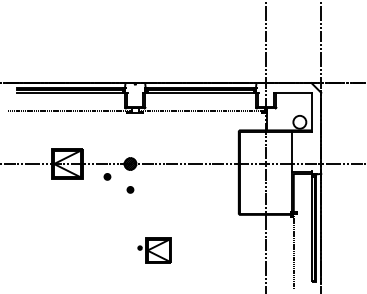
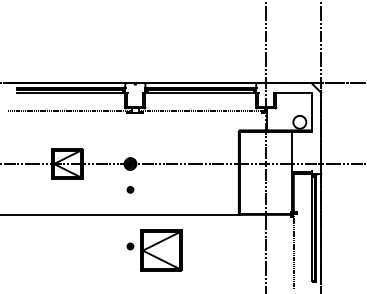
part at (107, 176): present -> none
line at (120, 214): none -> present
part at (154, 250) size: 35x27 px -> 57x43 px
